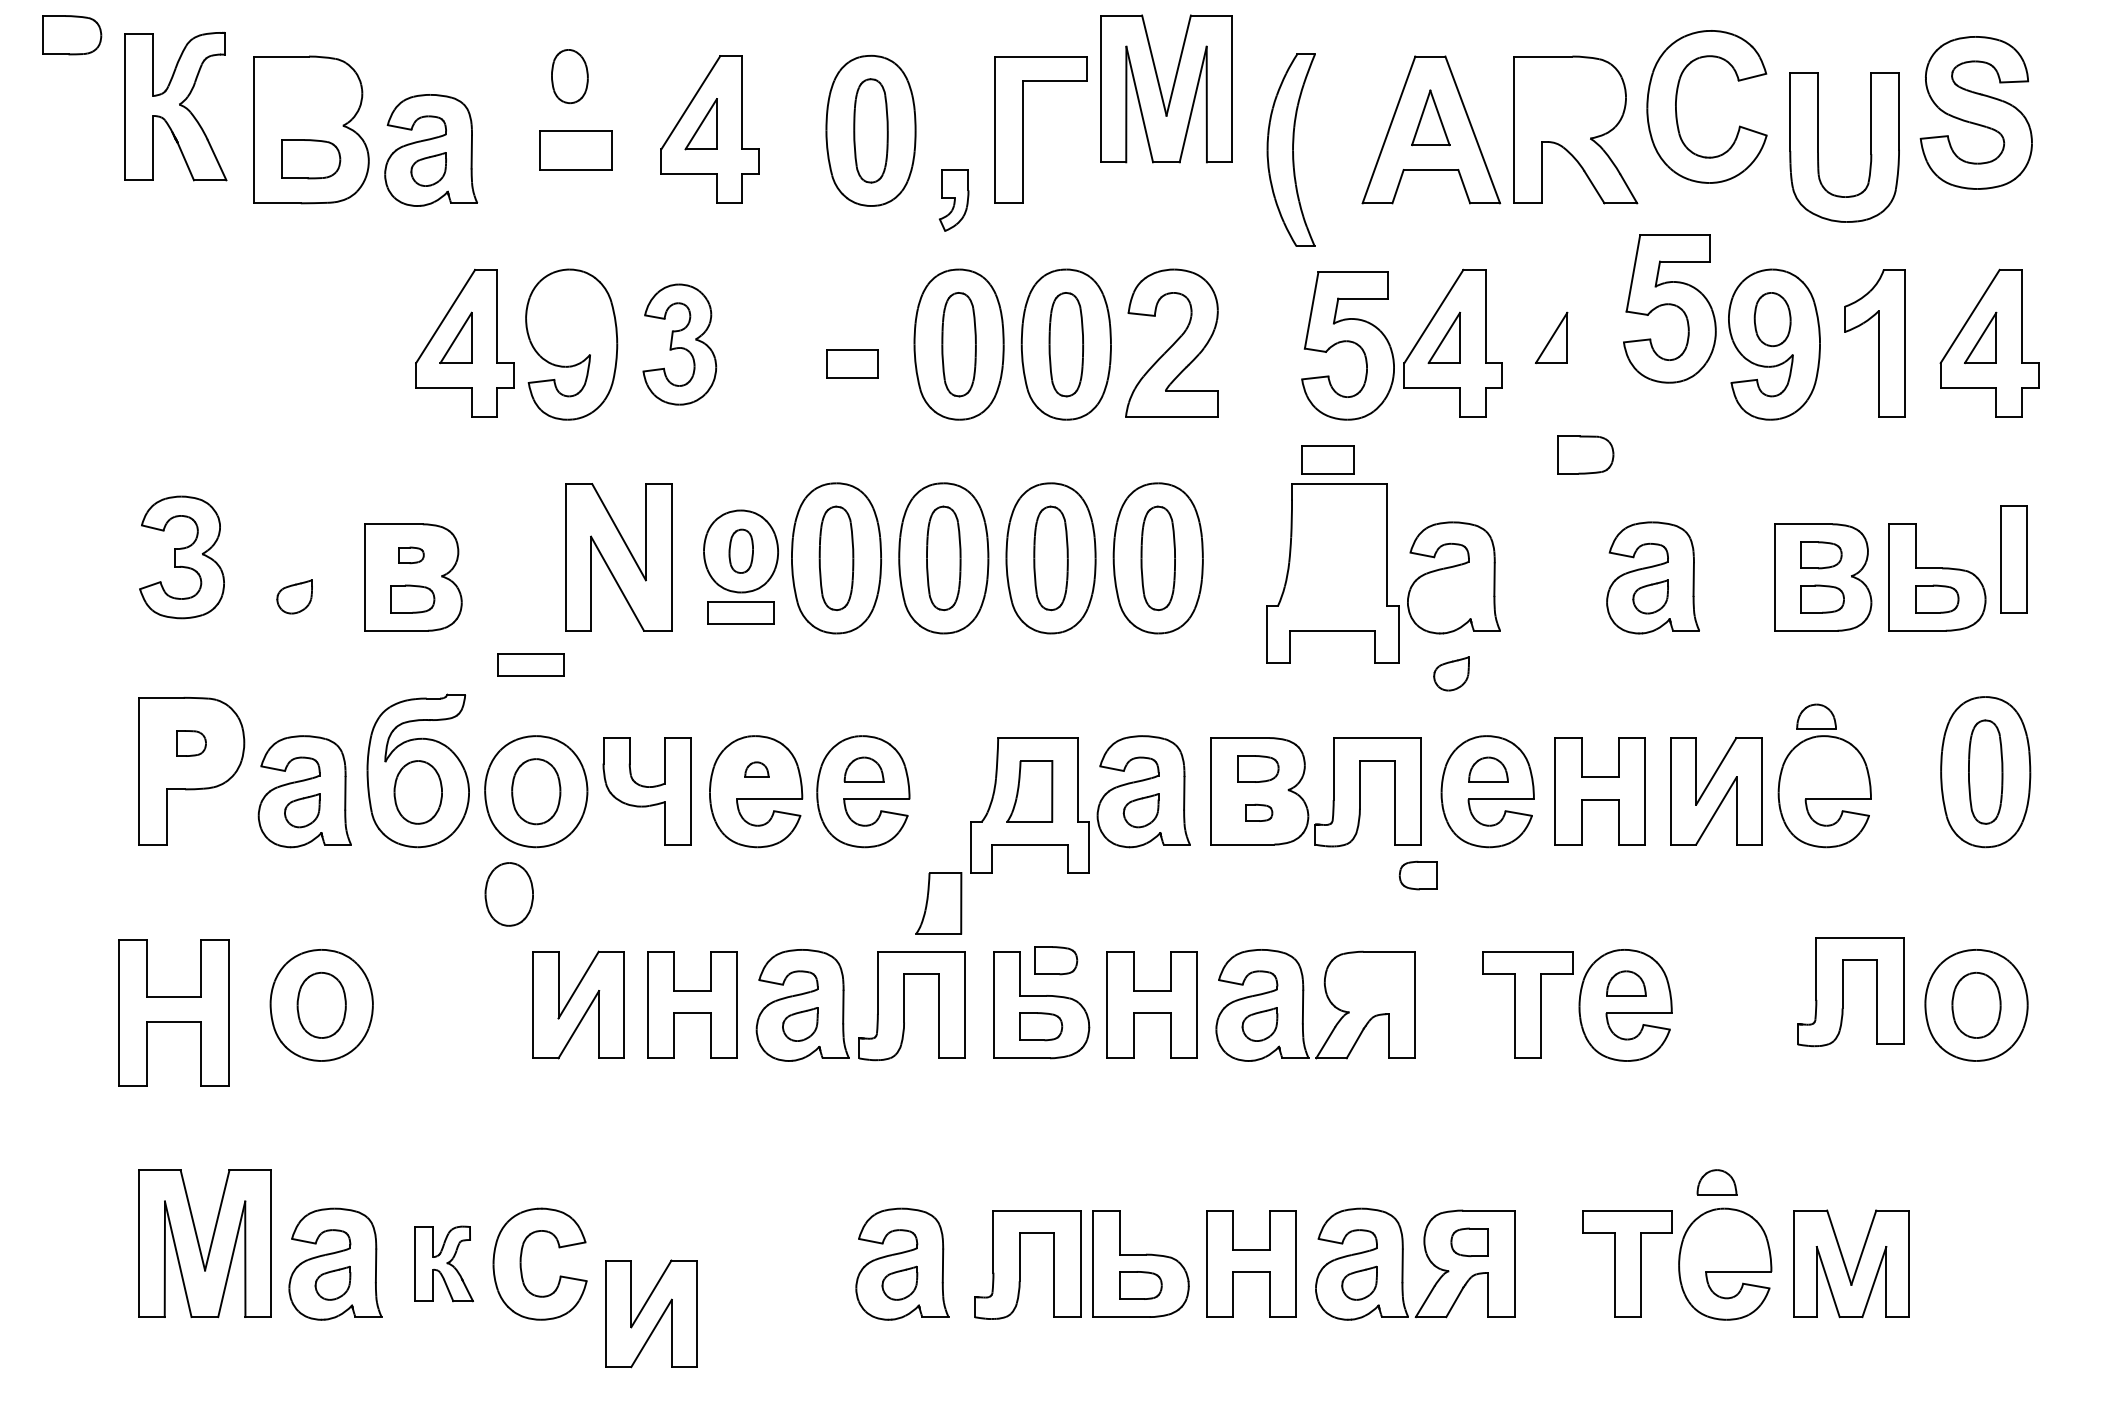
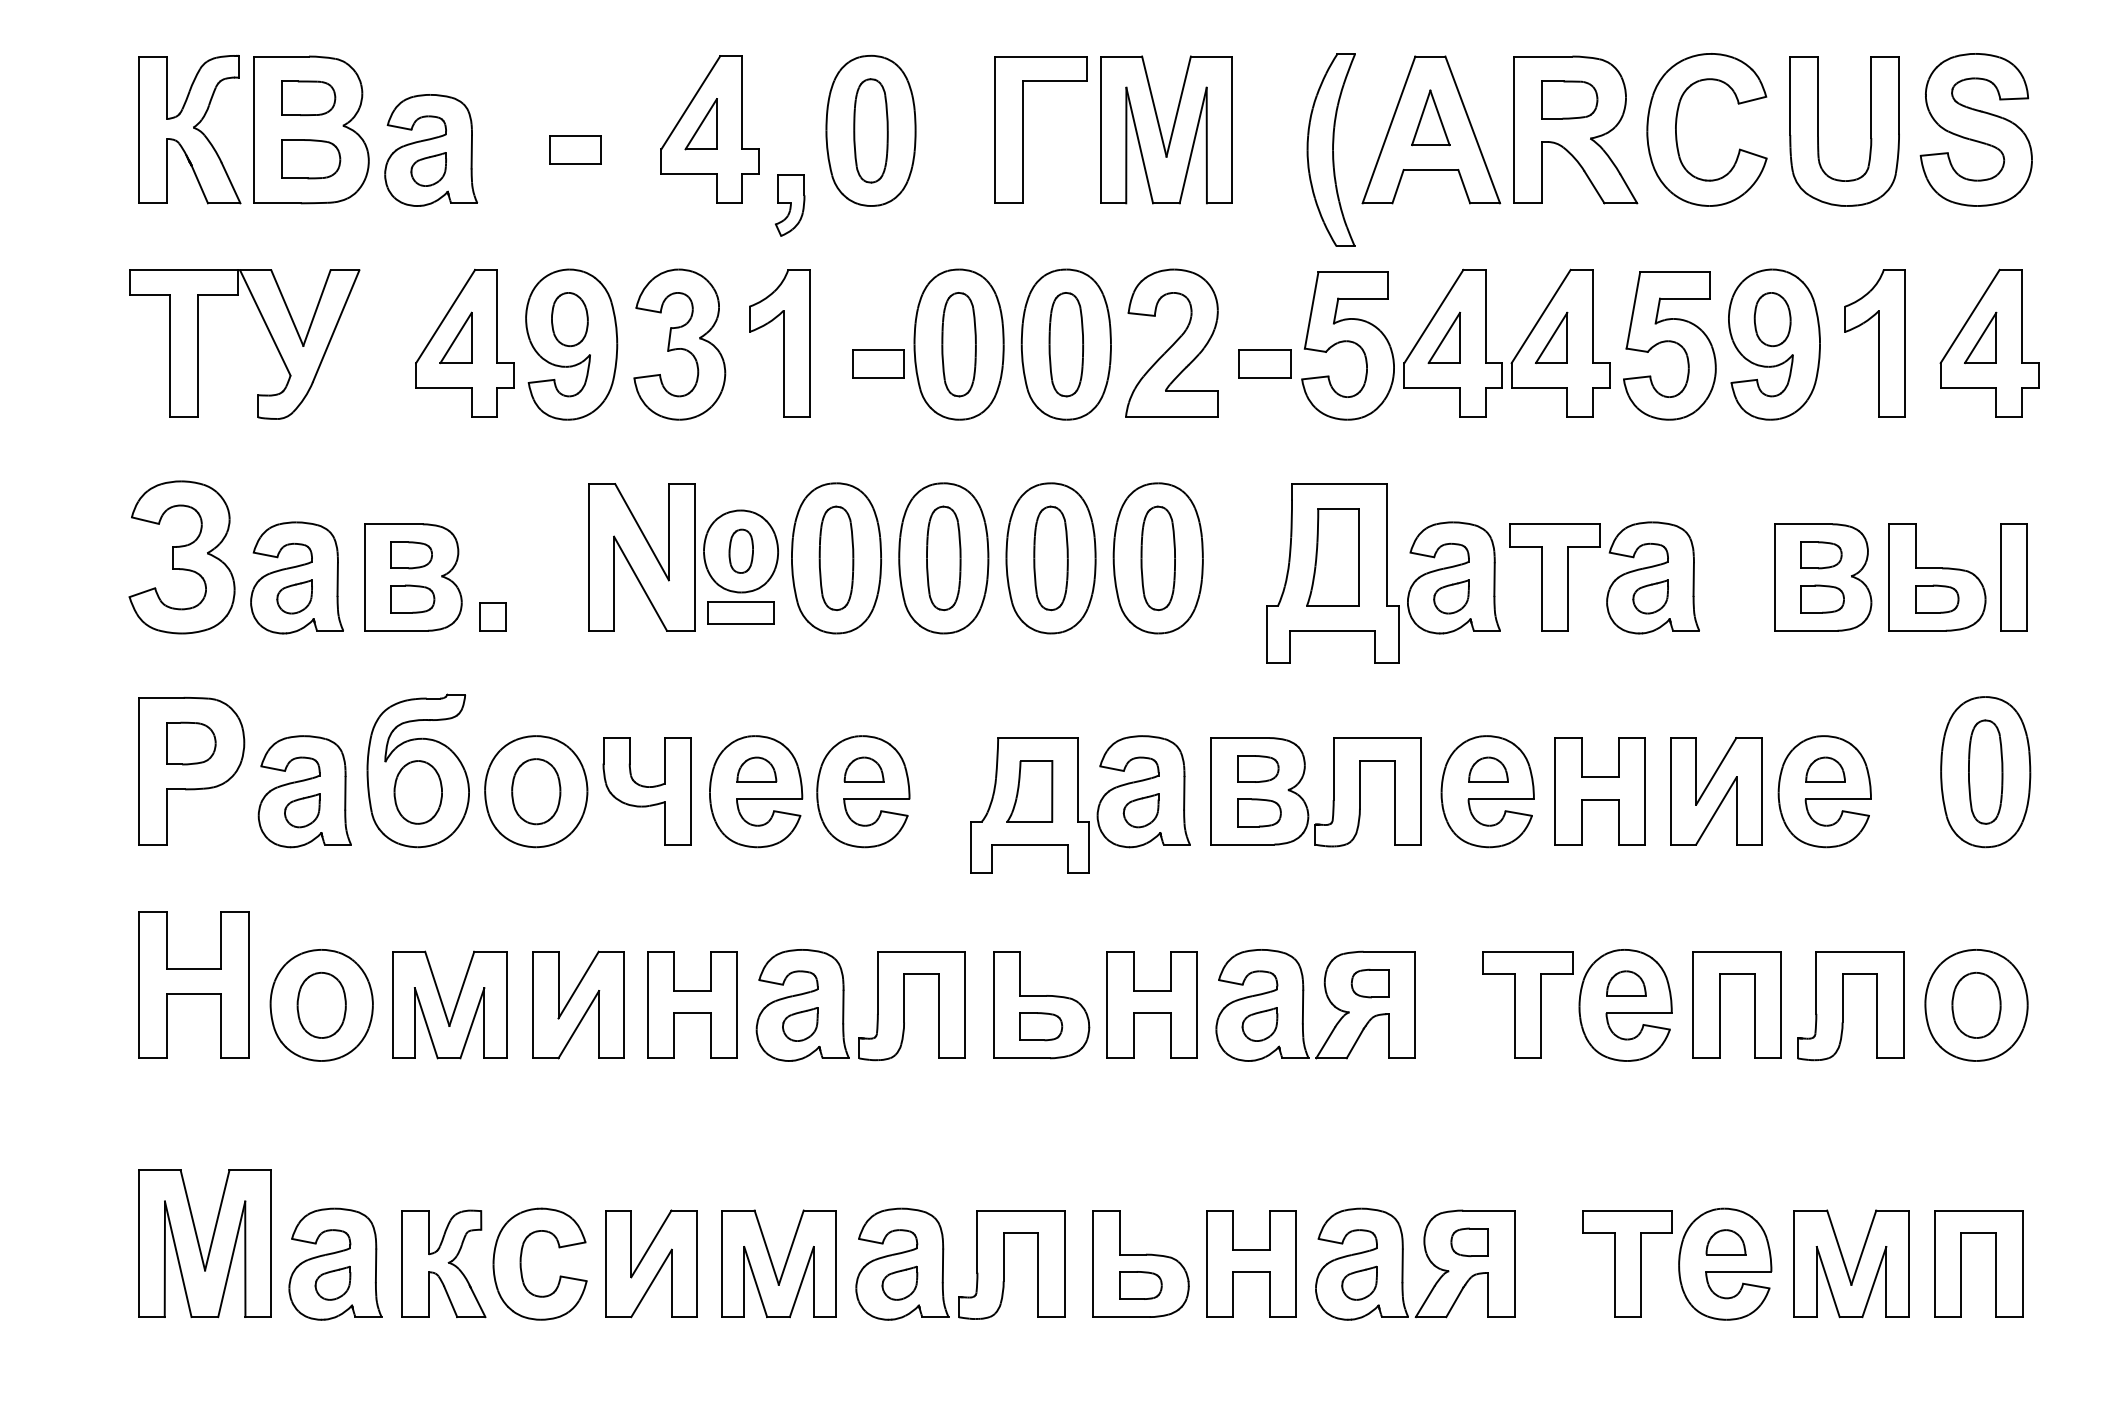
part at (72, 35): present -> none
part at (569, 76) position: (569, 76) -> (569, 319)
part at (1166, 88) position: (1166, 88) -> (1166, 129)
part at (308, 98): none -> present
part at (175, 106) position: (175, 106) -> (189, 129)
part at (1975, 112) position: (1975, 112) -> (1975, 129)
part at (1677, 113) position: (1677, 113) -> (1677, 136)
part at (1818, 147) position: (1818, 147) -> (1818, 131)
part at (1290, 149) position: (1290, 149) -> (1330, 149)
part at (575, 150) size: 74x41 px -> 53x30 px
part at (953, 200) position: (953, 200) -> (789, 205)
part at (1669, 308) position: (1669, 308) -> (1669, 345)
part at (268, 332): none -> present
part at (1560, 342): none -> present
part at (779, 343): none -> present
part at (679, 344) size: 76x123 px -> 94x153 px
part at (852, 363) position: (852, 363) -> (878, 363)
part at (1585, 454) position: (1585, 454) -> (1569, 99)
part at (1327, 459) position: (1327, 459) -> (1264, 363)
part at (411, 555) size: 27x19 px -> 43x29 px
part at (181, 557) size: 86x125 px -> 108x155 px
part at (618, 557) position: (618, 557) -> (641, 557)
part at (1332, 557): none -> present
part at (2013, 559) position: (2013, 559) -> (2013, 577)
part at (296, 577): none -> present
part at (1554, 577): none -> present
part at (492, 616): none -> present
part at (530, 664): present -> none
part at (1451, 673) position: (1451, 673) -> (1451, 596)
part at (1816, 716) position: (1816, 716) -> (1825, 769)
part at (191, 743) size: 31x27 px -> 51x45 px
part at (756, 769) size: 26x17 px -> 42x27 px
part at (1259, 812) size: 29x19 px -> 45x30 px
part at (1417, 875) position: (1417, 875) -> (1369, 983)
part at (508, 894): present -> none
part at (938, 903): present -> none
part at (1056, 960): present -> none
part at (1843, 992) position: (1843, 992) -> (1843, 1006)
part at (449, 1004): none -> present
part at (1720, 1004): none -> present
part at (173, 1012) position: (173, 1012) -> (193, 984)
part at (1716, 1182) position: (1716, 1182) -> (1725, 1242)
part at (443, 1263) size: 60x78 px -> 86x110 px
part at (778, 1263): none -> present
part at (1961, 1263): none -> present
part at (1020, 1264) position: (1020, 1264) -> (1004, 1264)
part at (651, 1313) position: (651, 1313) -> (651, 1263)
